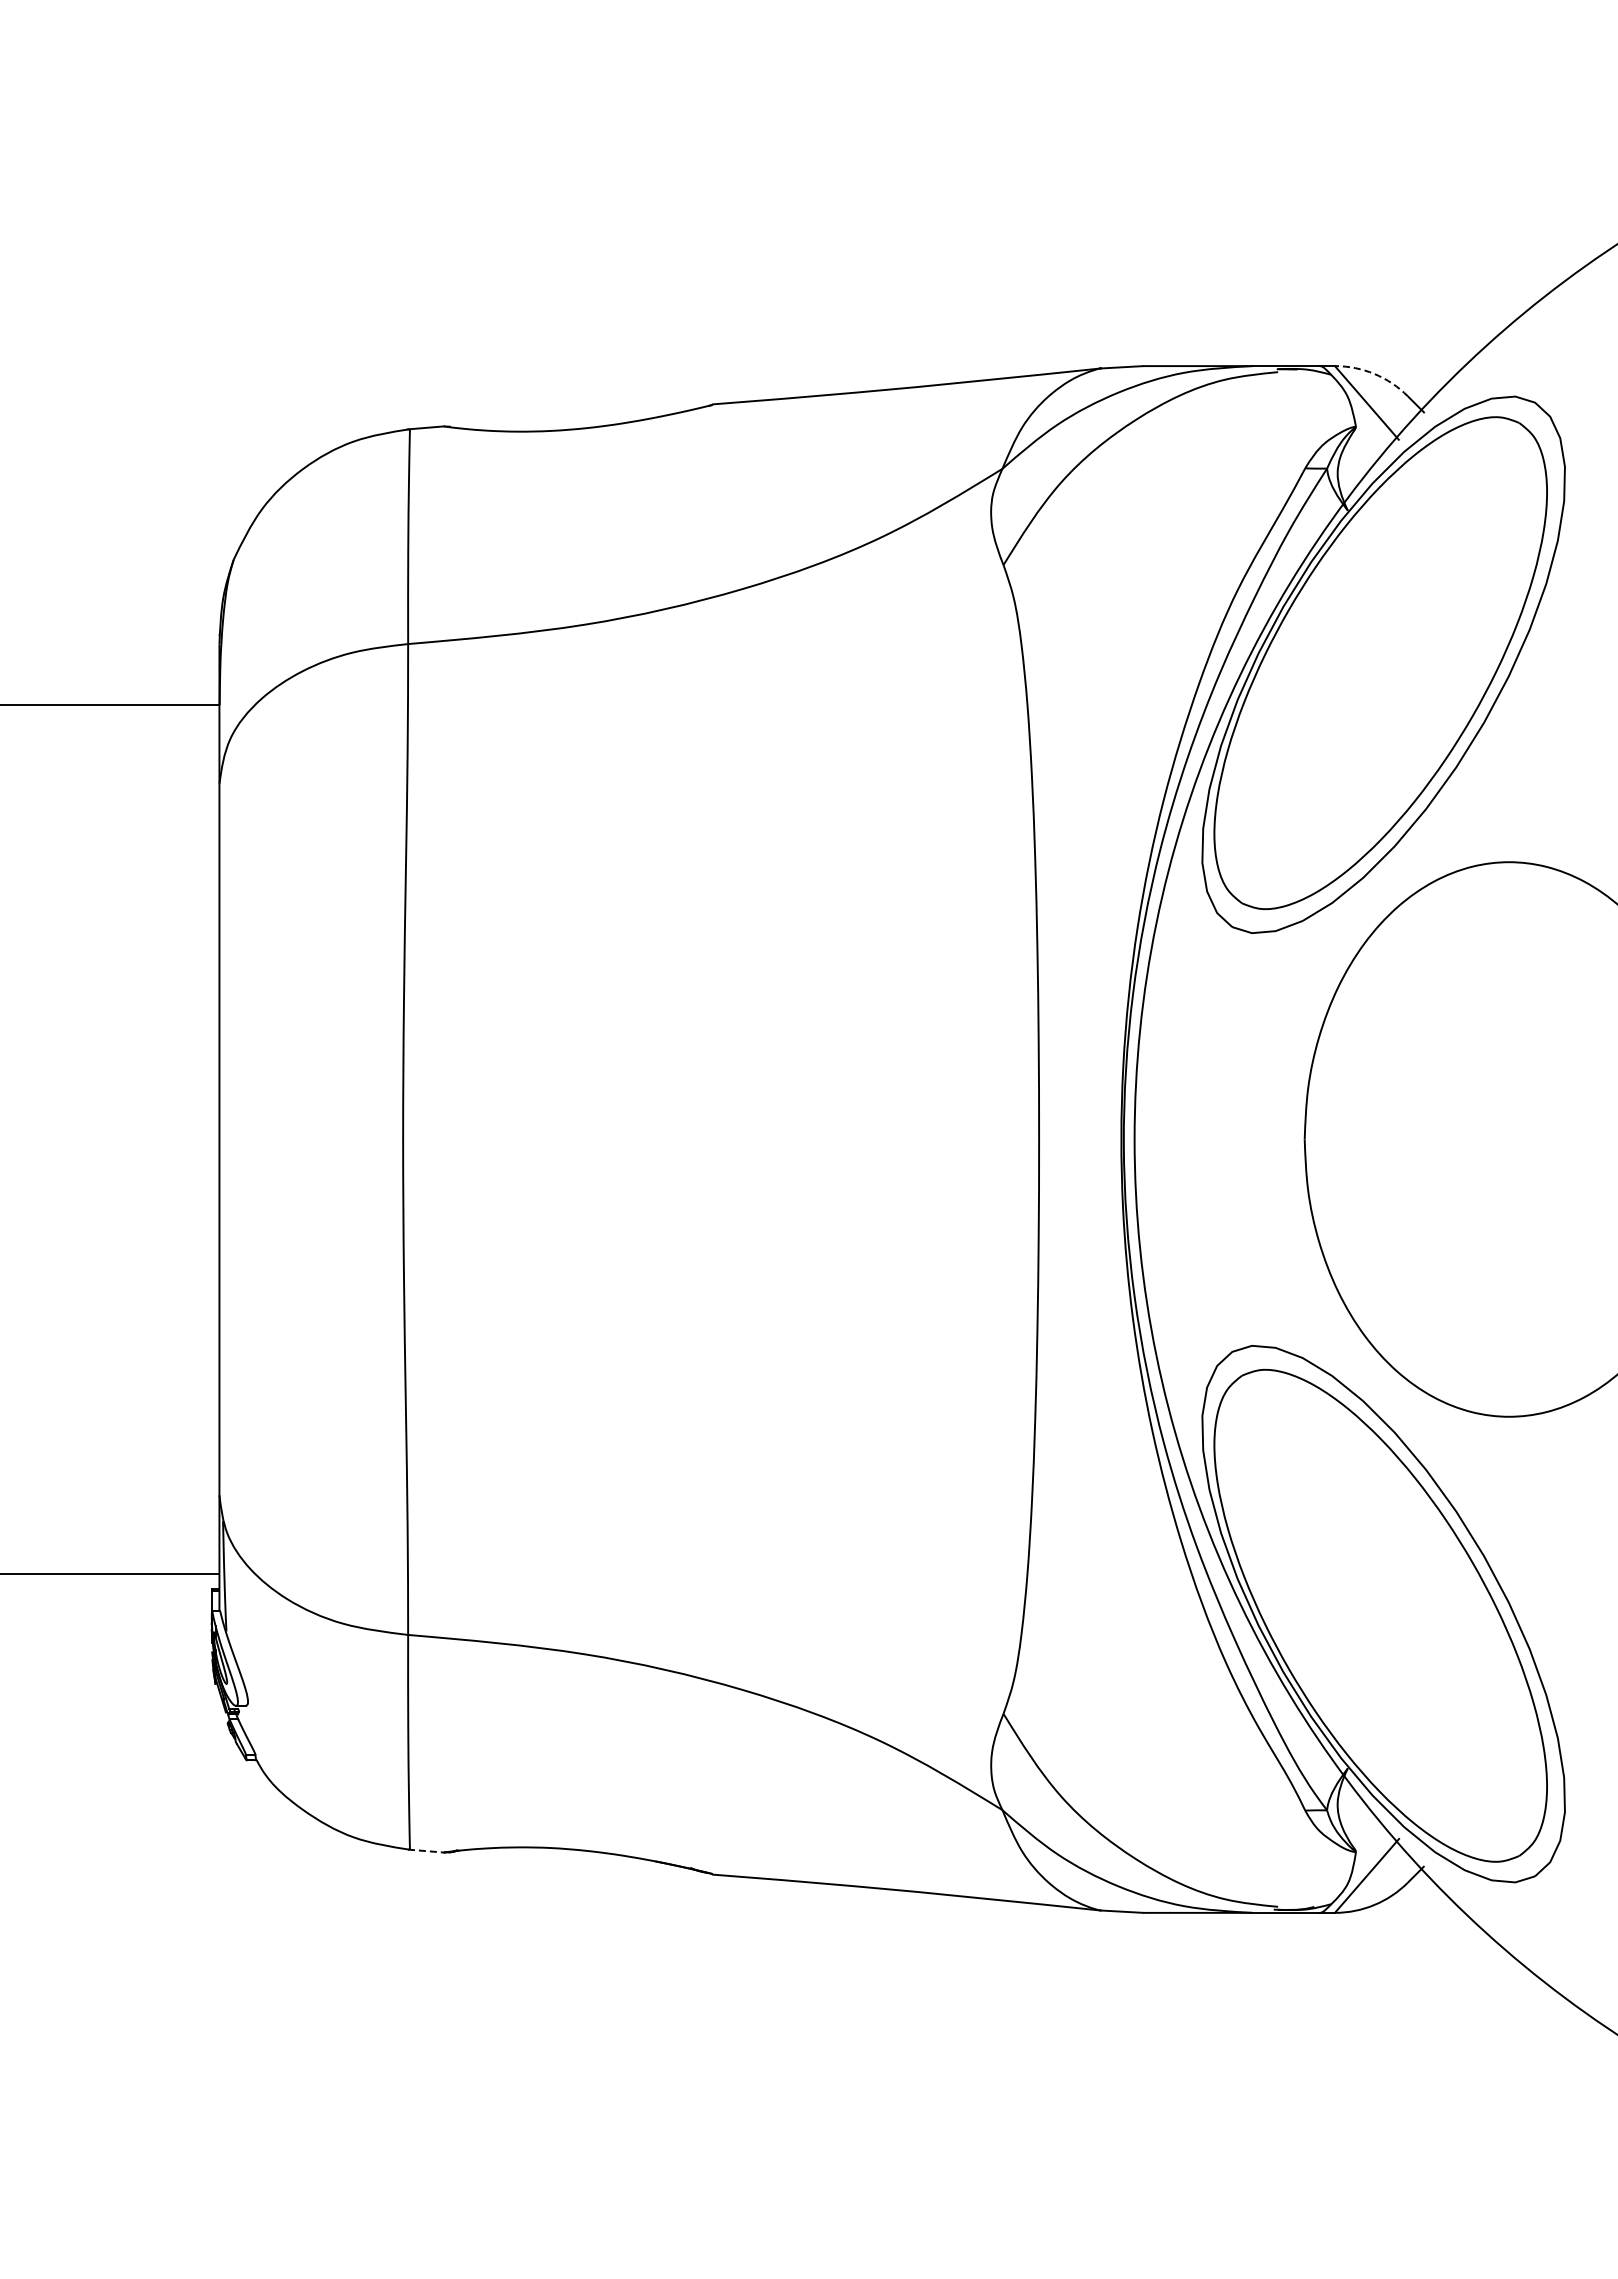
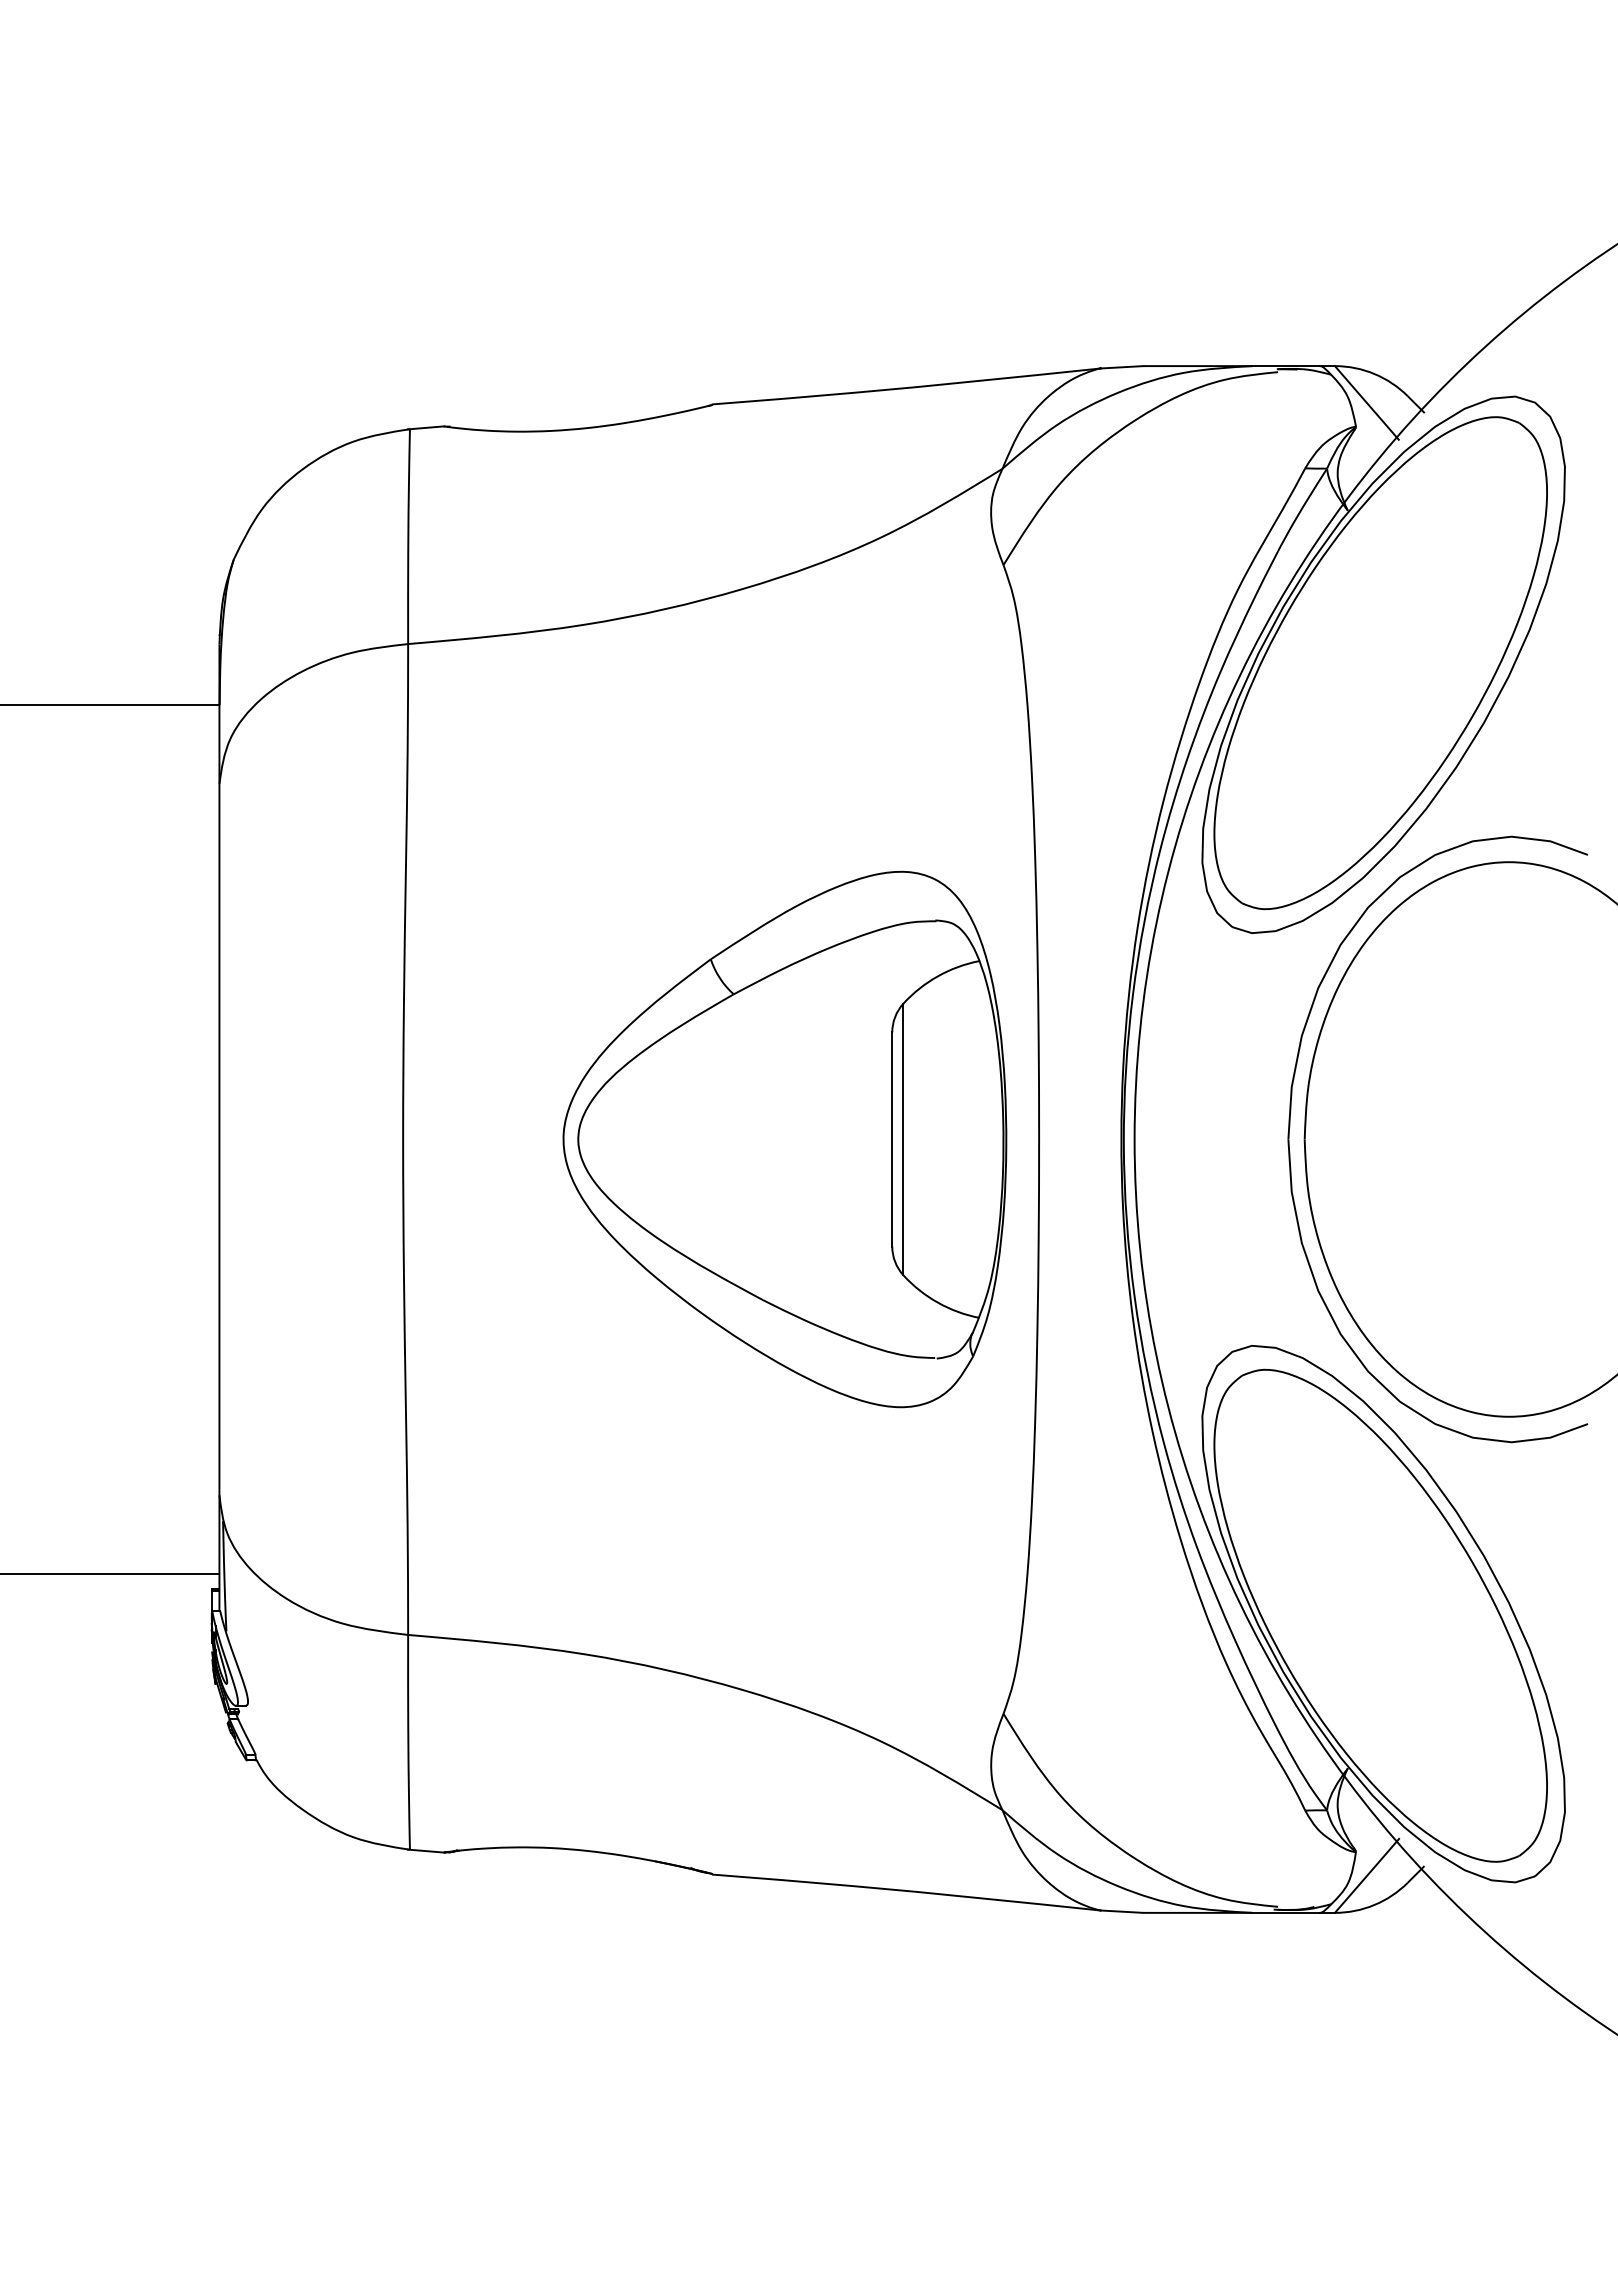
arc at (1374, 373): dashed -> solid
part at (1290, 1127): none -> present
part at (784, 1139): none -> present
line at (426, 1851): dashed -> solid
